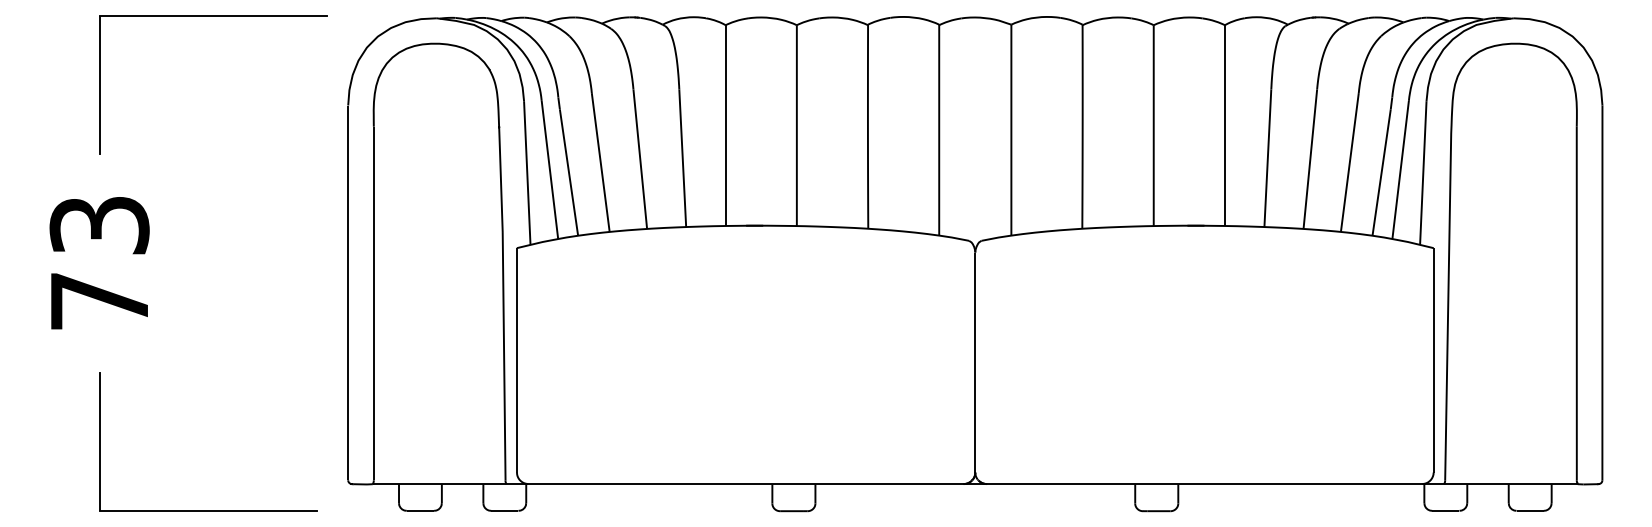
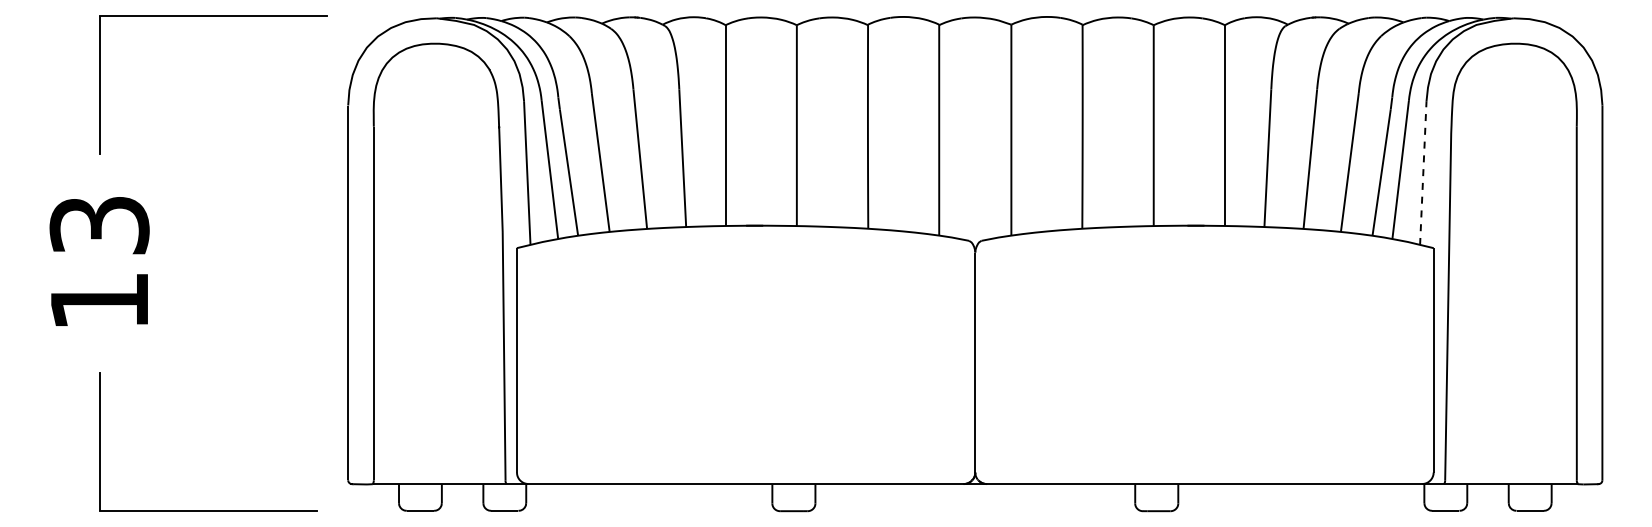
line at (1423, 173): solid -> dashed
text at (99, 301): 73 -> 13
